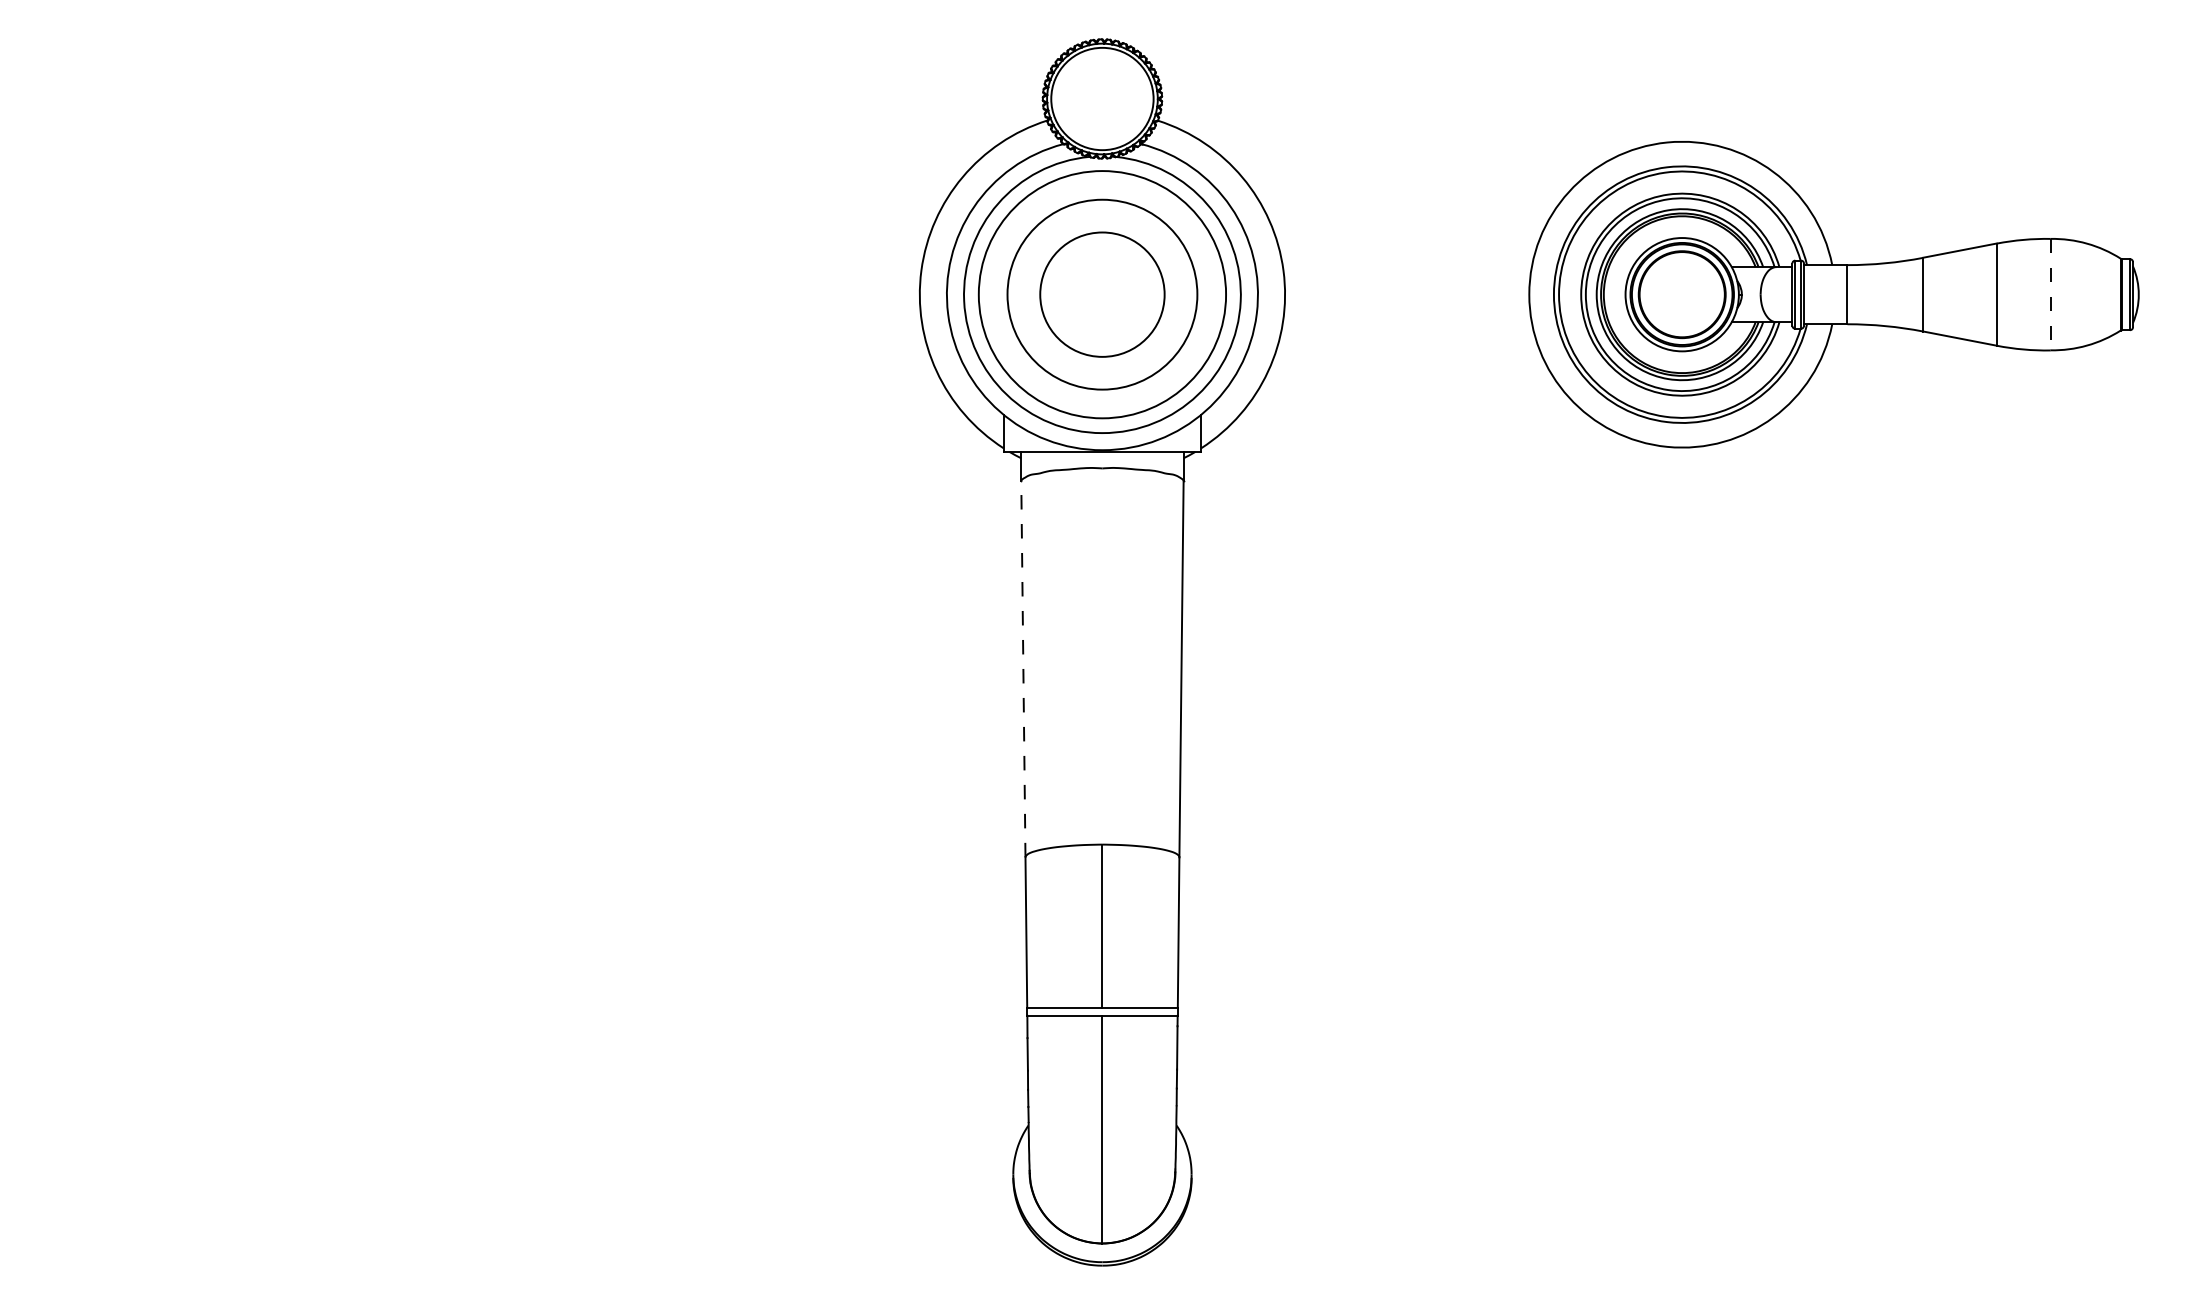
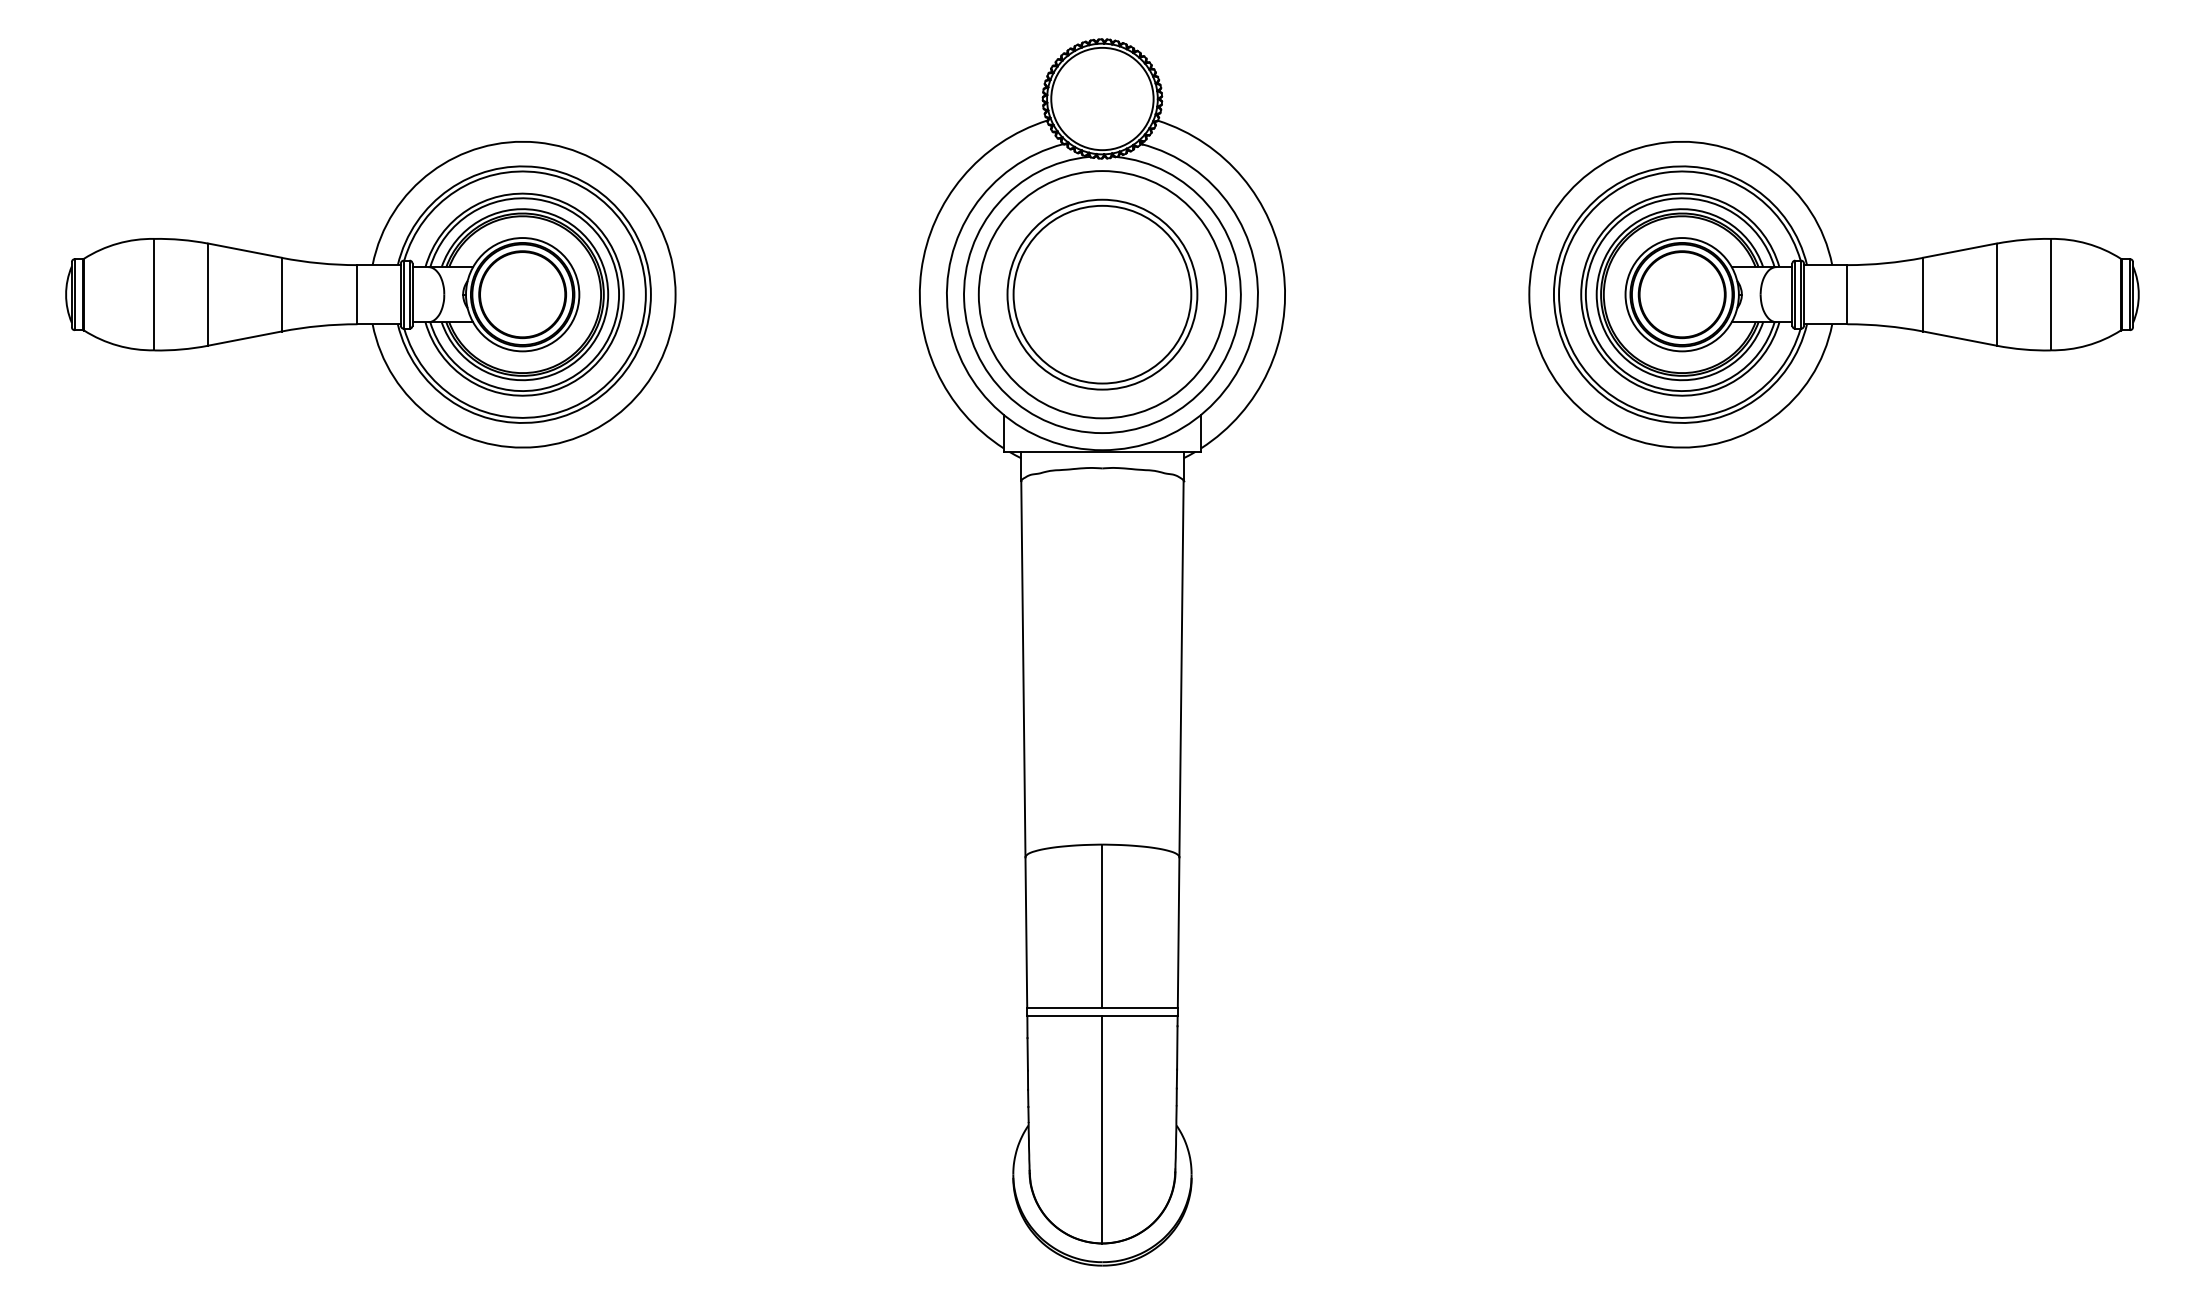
part at (370, 294): none -> present
circle at (1102, 294) diameter: 124 px -> 178 px
line at (2050, 294): dashed -> solid
line at (1023, 668): dashed -> solid
